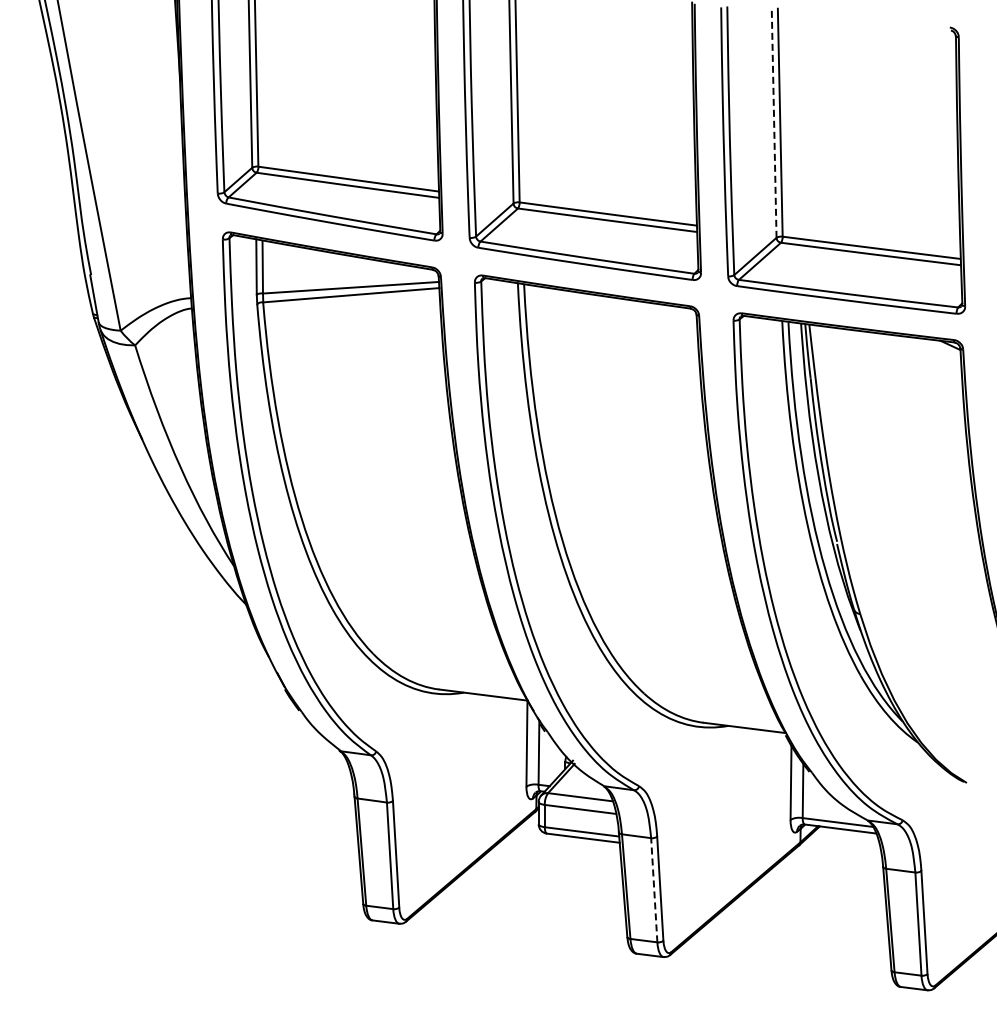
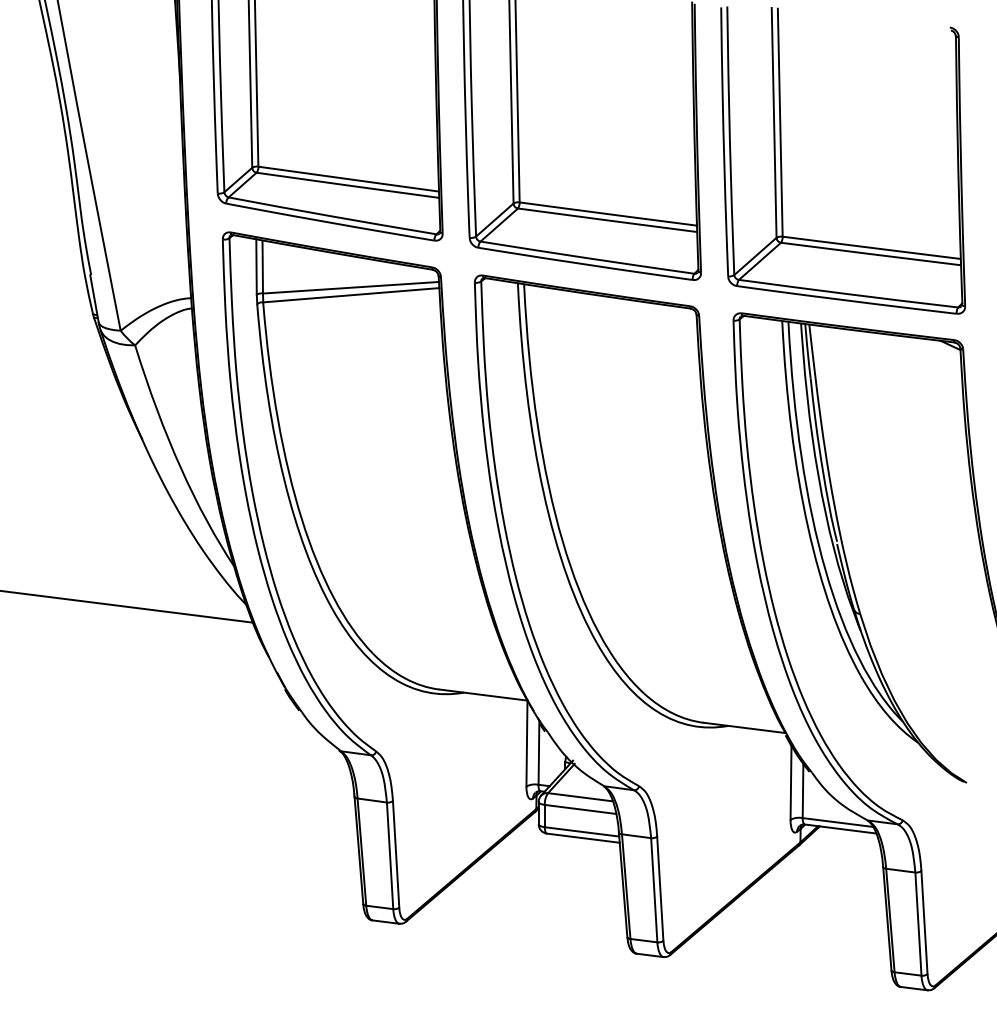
line at (774, 122): dashed -> solid
line at (127, 606): none -> present
line at (654, 889): dashed -> solid
